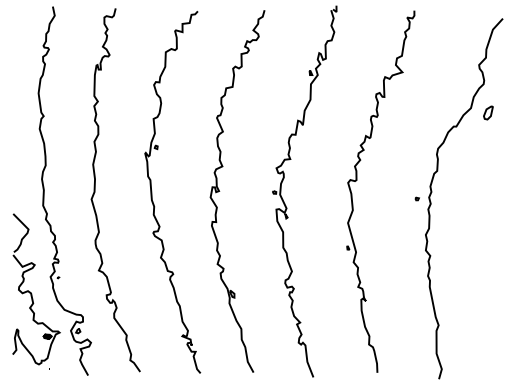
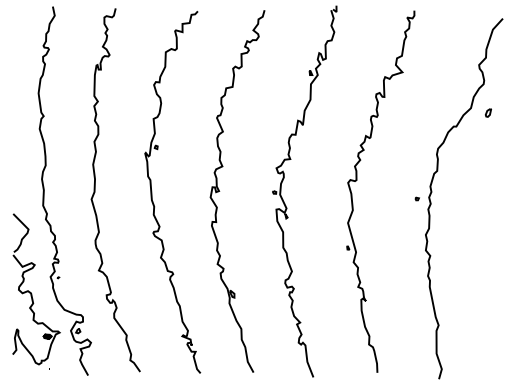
part at (488, 112) size: 11x16 px -> 7x10 px
